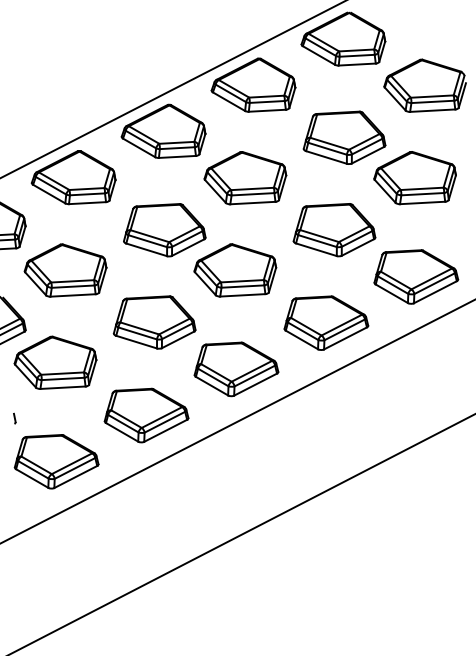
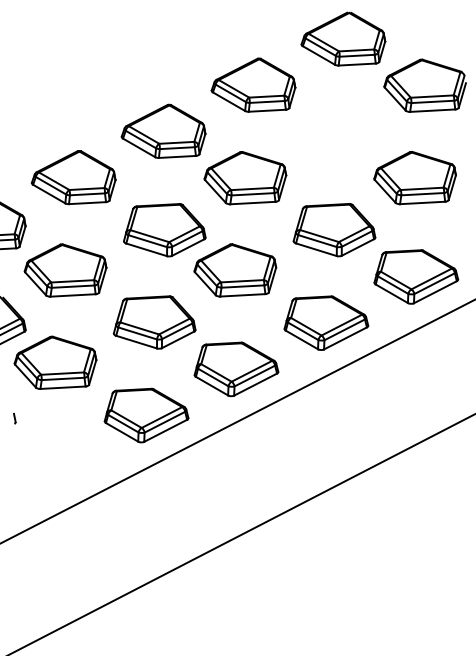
line at (172, 89): present -> none
part at (344, 137): present -> none
part at (56, 461): present -> none
